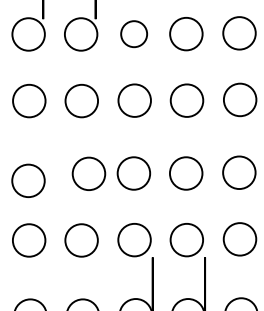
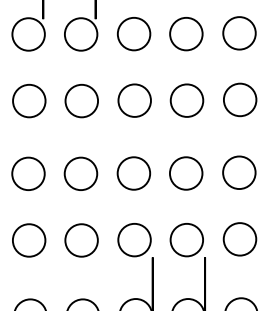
part at (133, 34) size: 28x29 px -> 35x35 px
part at (88, 173) position: (88, 173) -> (80, 173)
part at (28, 180) position: (28, 180) -> (28, 173)
